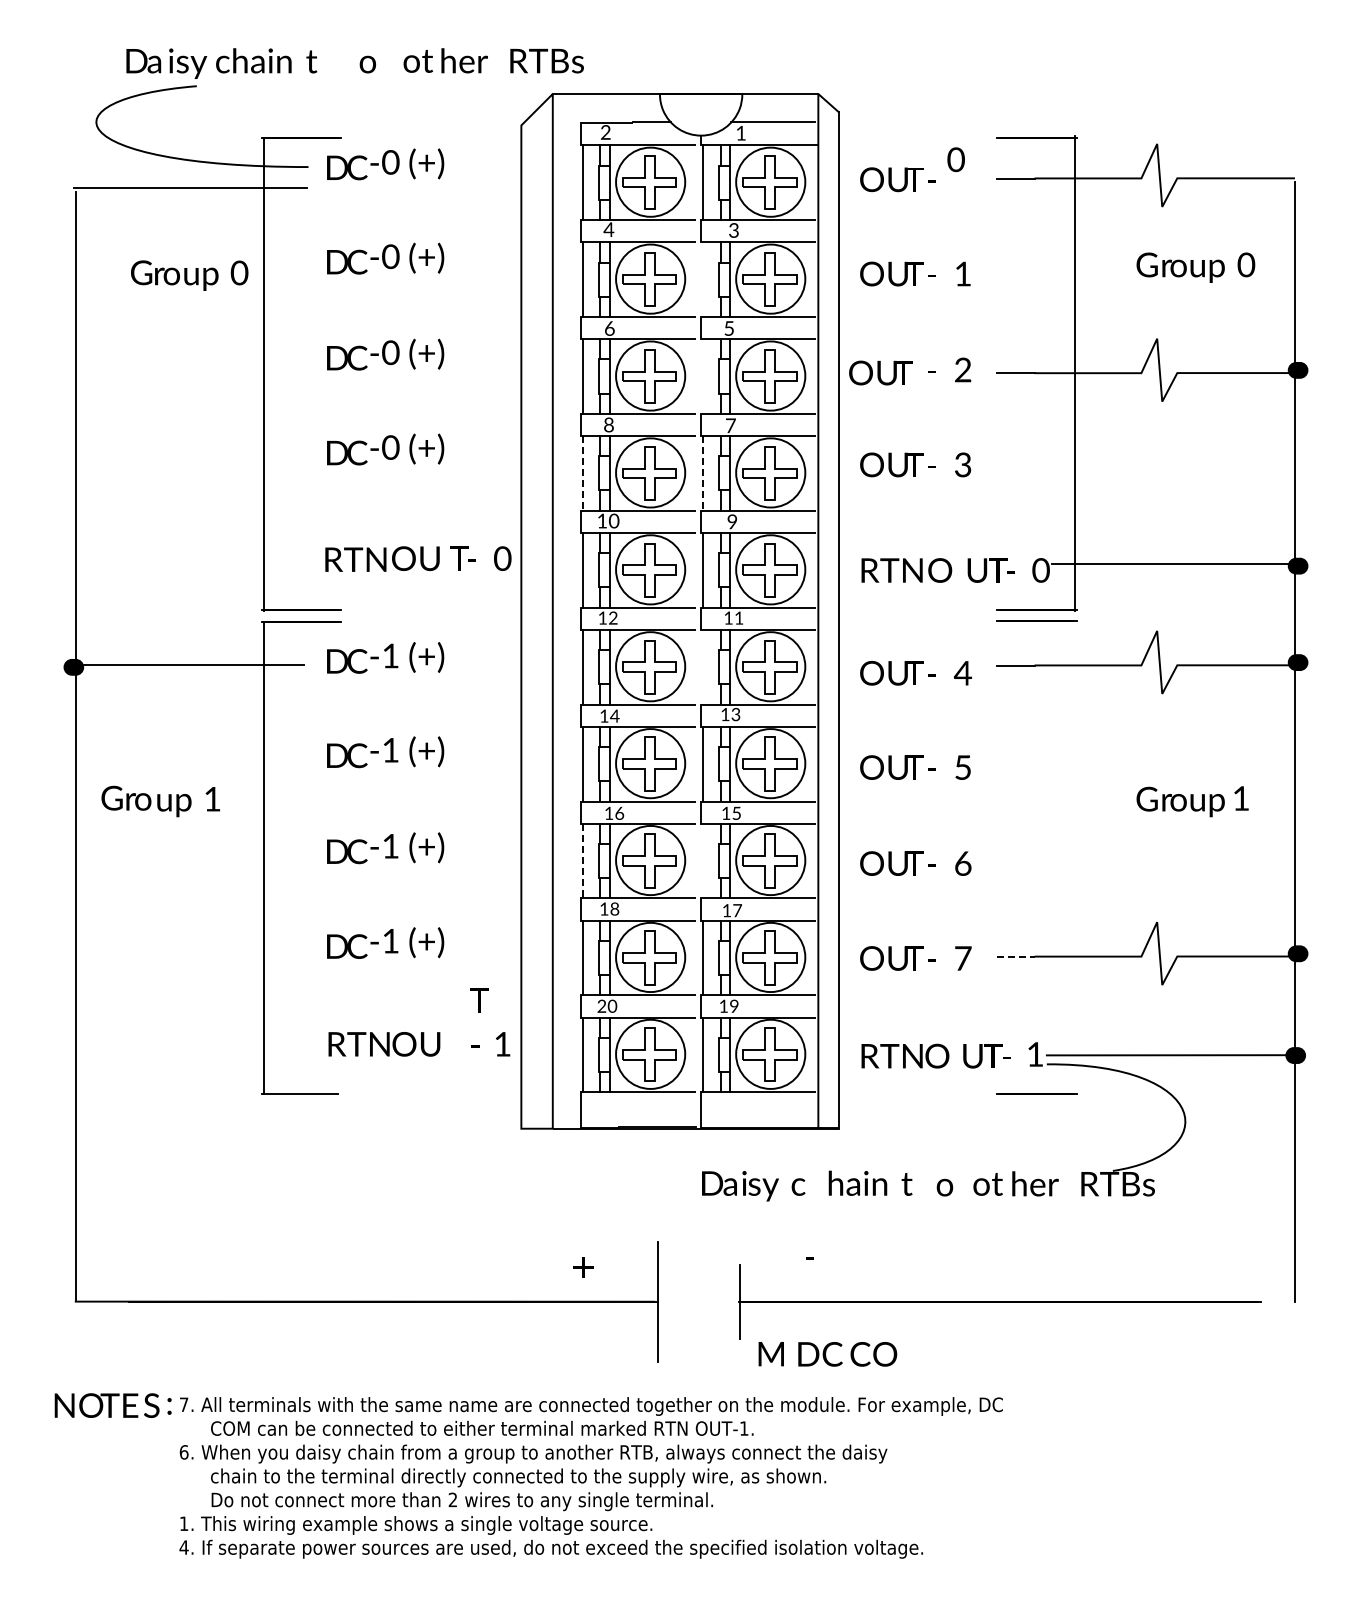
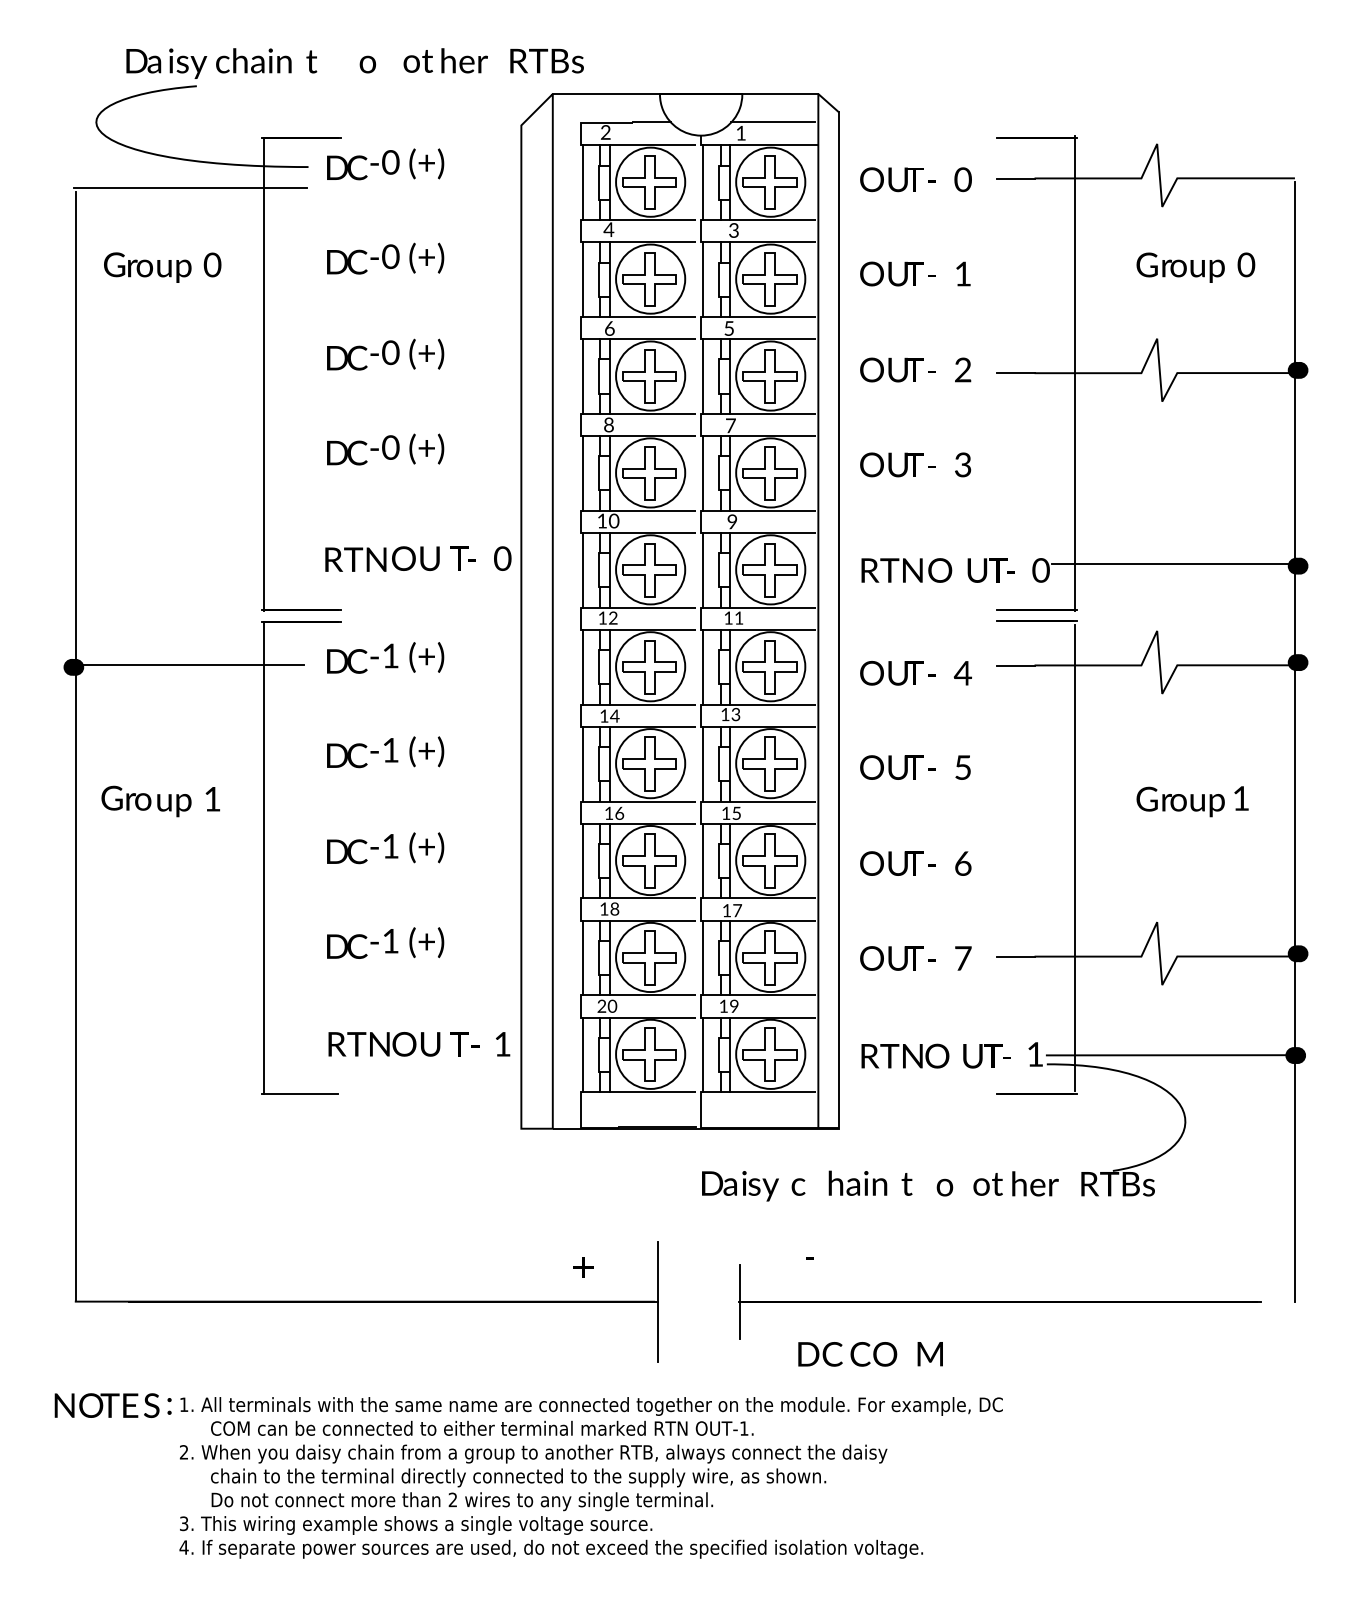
text at (955, 159) position: (955, 159) -> (962, 179)
text at (189, 275) position: (189, 275) -> (162, 267)
line at (703, 279): none -> present
text at (880, 372) position: (880, 372) -> (891, 369)
line at (703, 376): none -> present
line at (582, 473): dashed -> solid
line at (703, 473): dashed -> solid
line at (703, 667): none -> present
line at (1074, 858): none -> present
line at (703, 860): none -> present
line at (582, 861): dashed -> solid
line at (1016, 956): dashed -> solid
text at (479, 1000) position: (479, 1000) -> (459, 1044)
text at (770, 1354) position: (770, 1354) -> (929, 1354)
text at (184, 1404): 7. -> 1.
text at (183, 1452): 6. -> 2.
text at (184, 1523): 1. -> 3.
